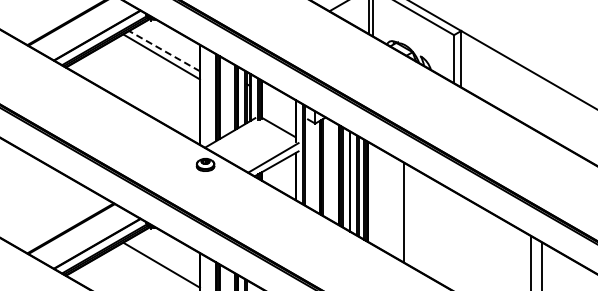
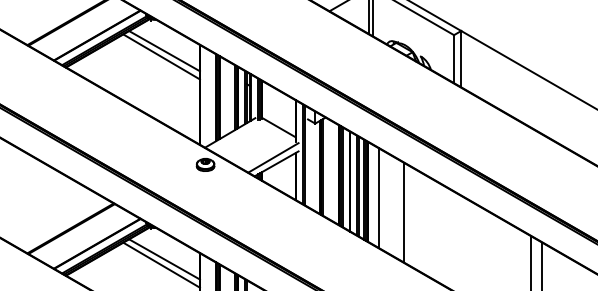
line at (164, 51): dashed -> solid
line at (378, 197): none -> present
line at (164, 259): none -> present
